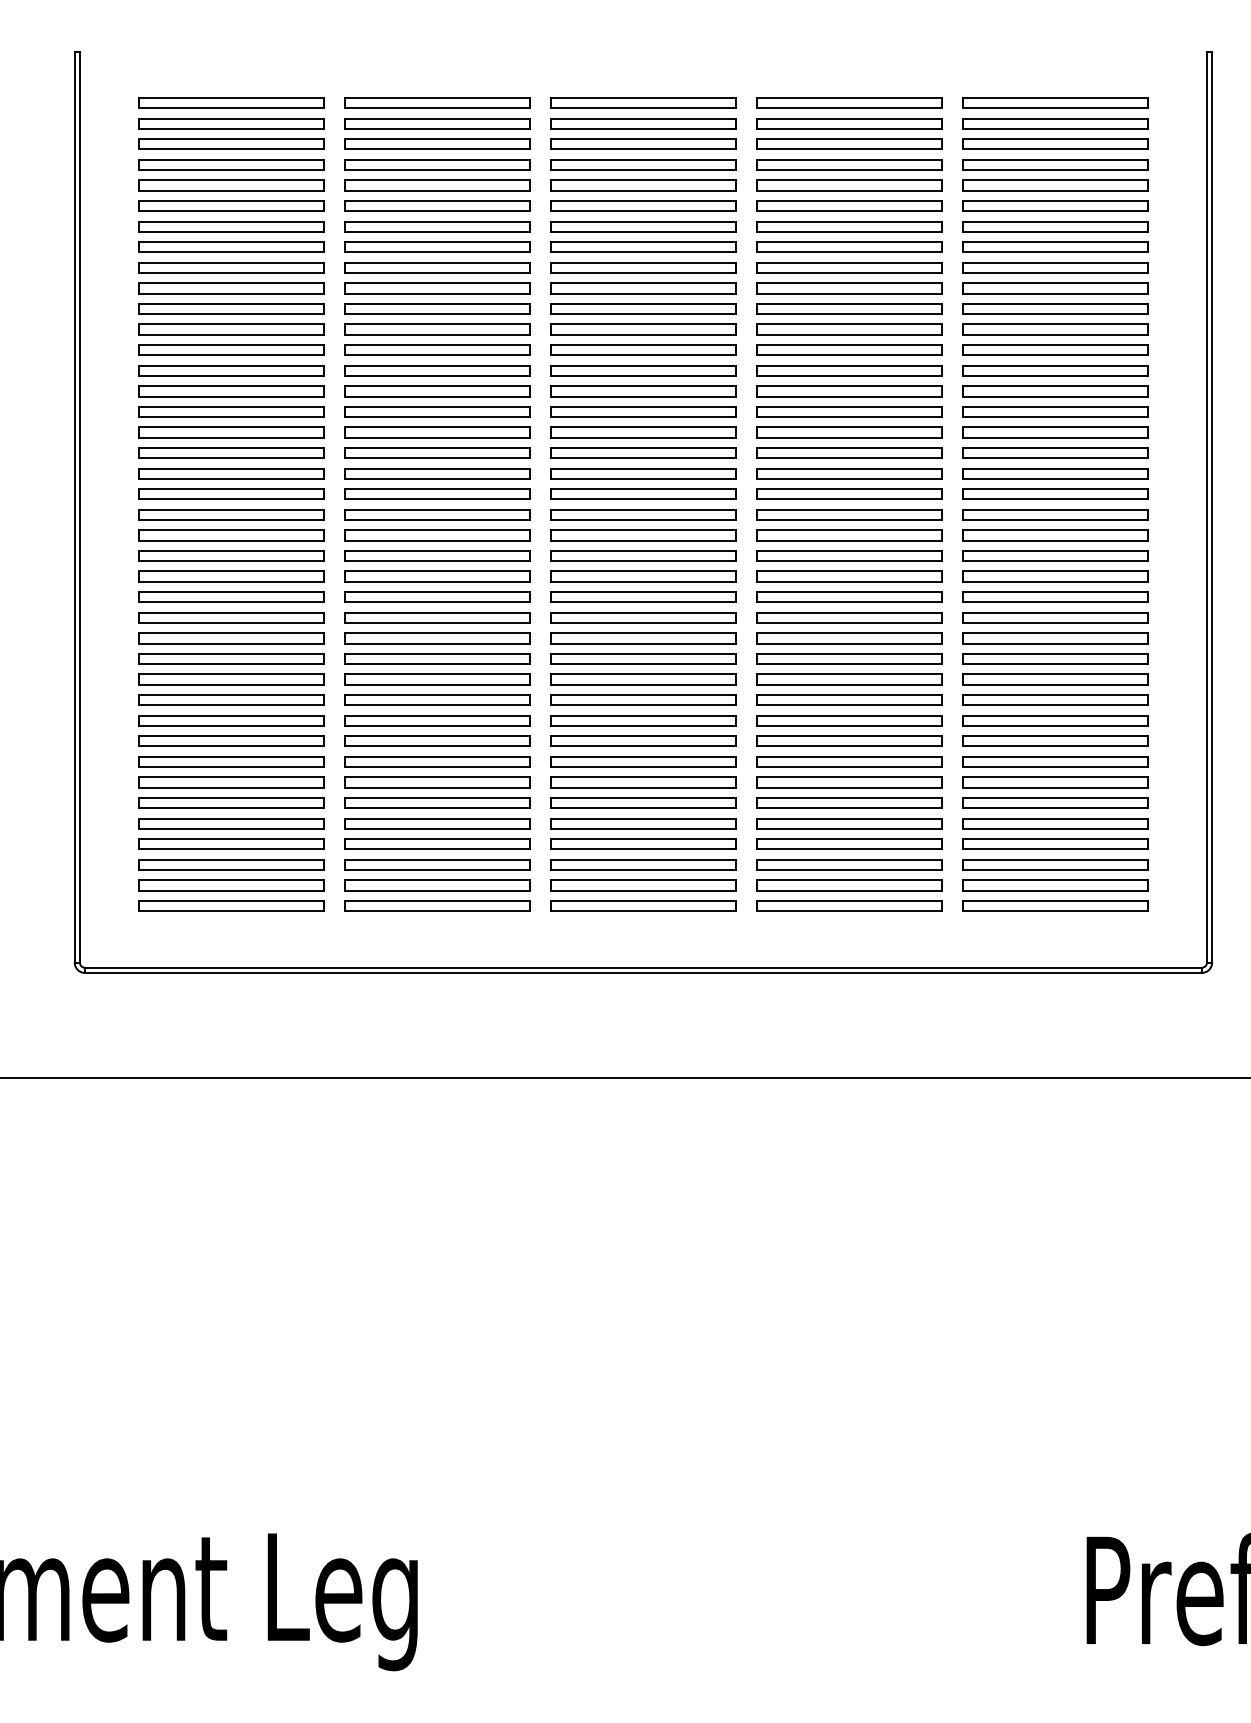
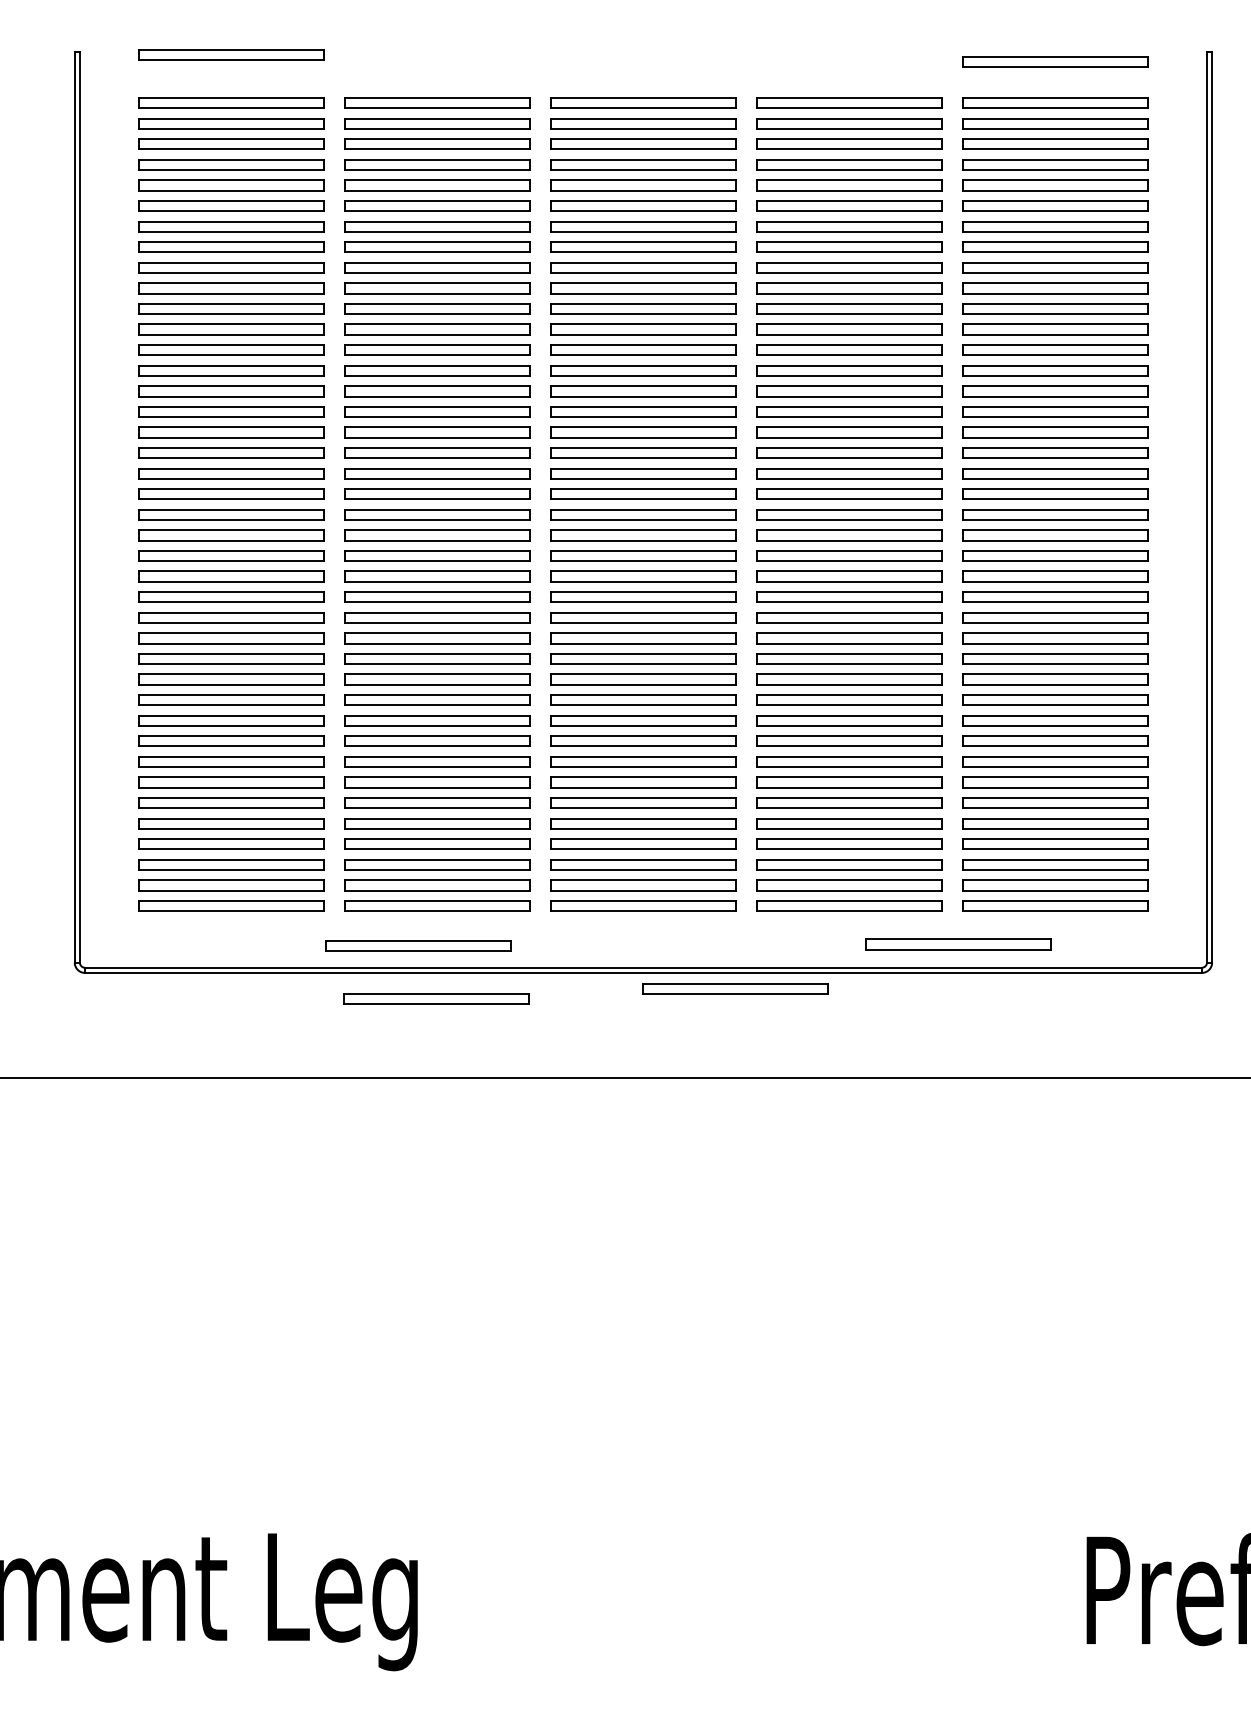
part at (231, 54): none -> present
part at (1055, 61): none -> present
part at (958, 944): none -> present
part at (418, 945): none -> present
part at (735, 988): none -> present
part at (436, 998): none -> present
